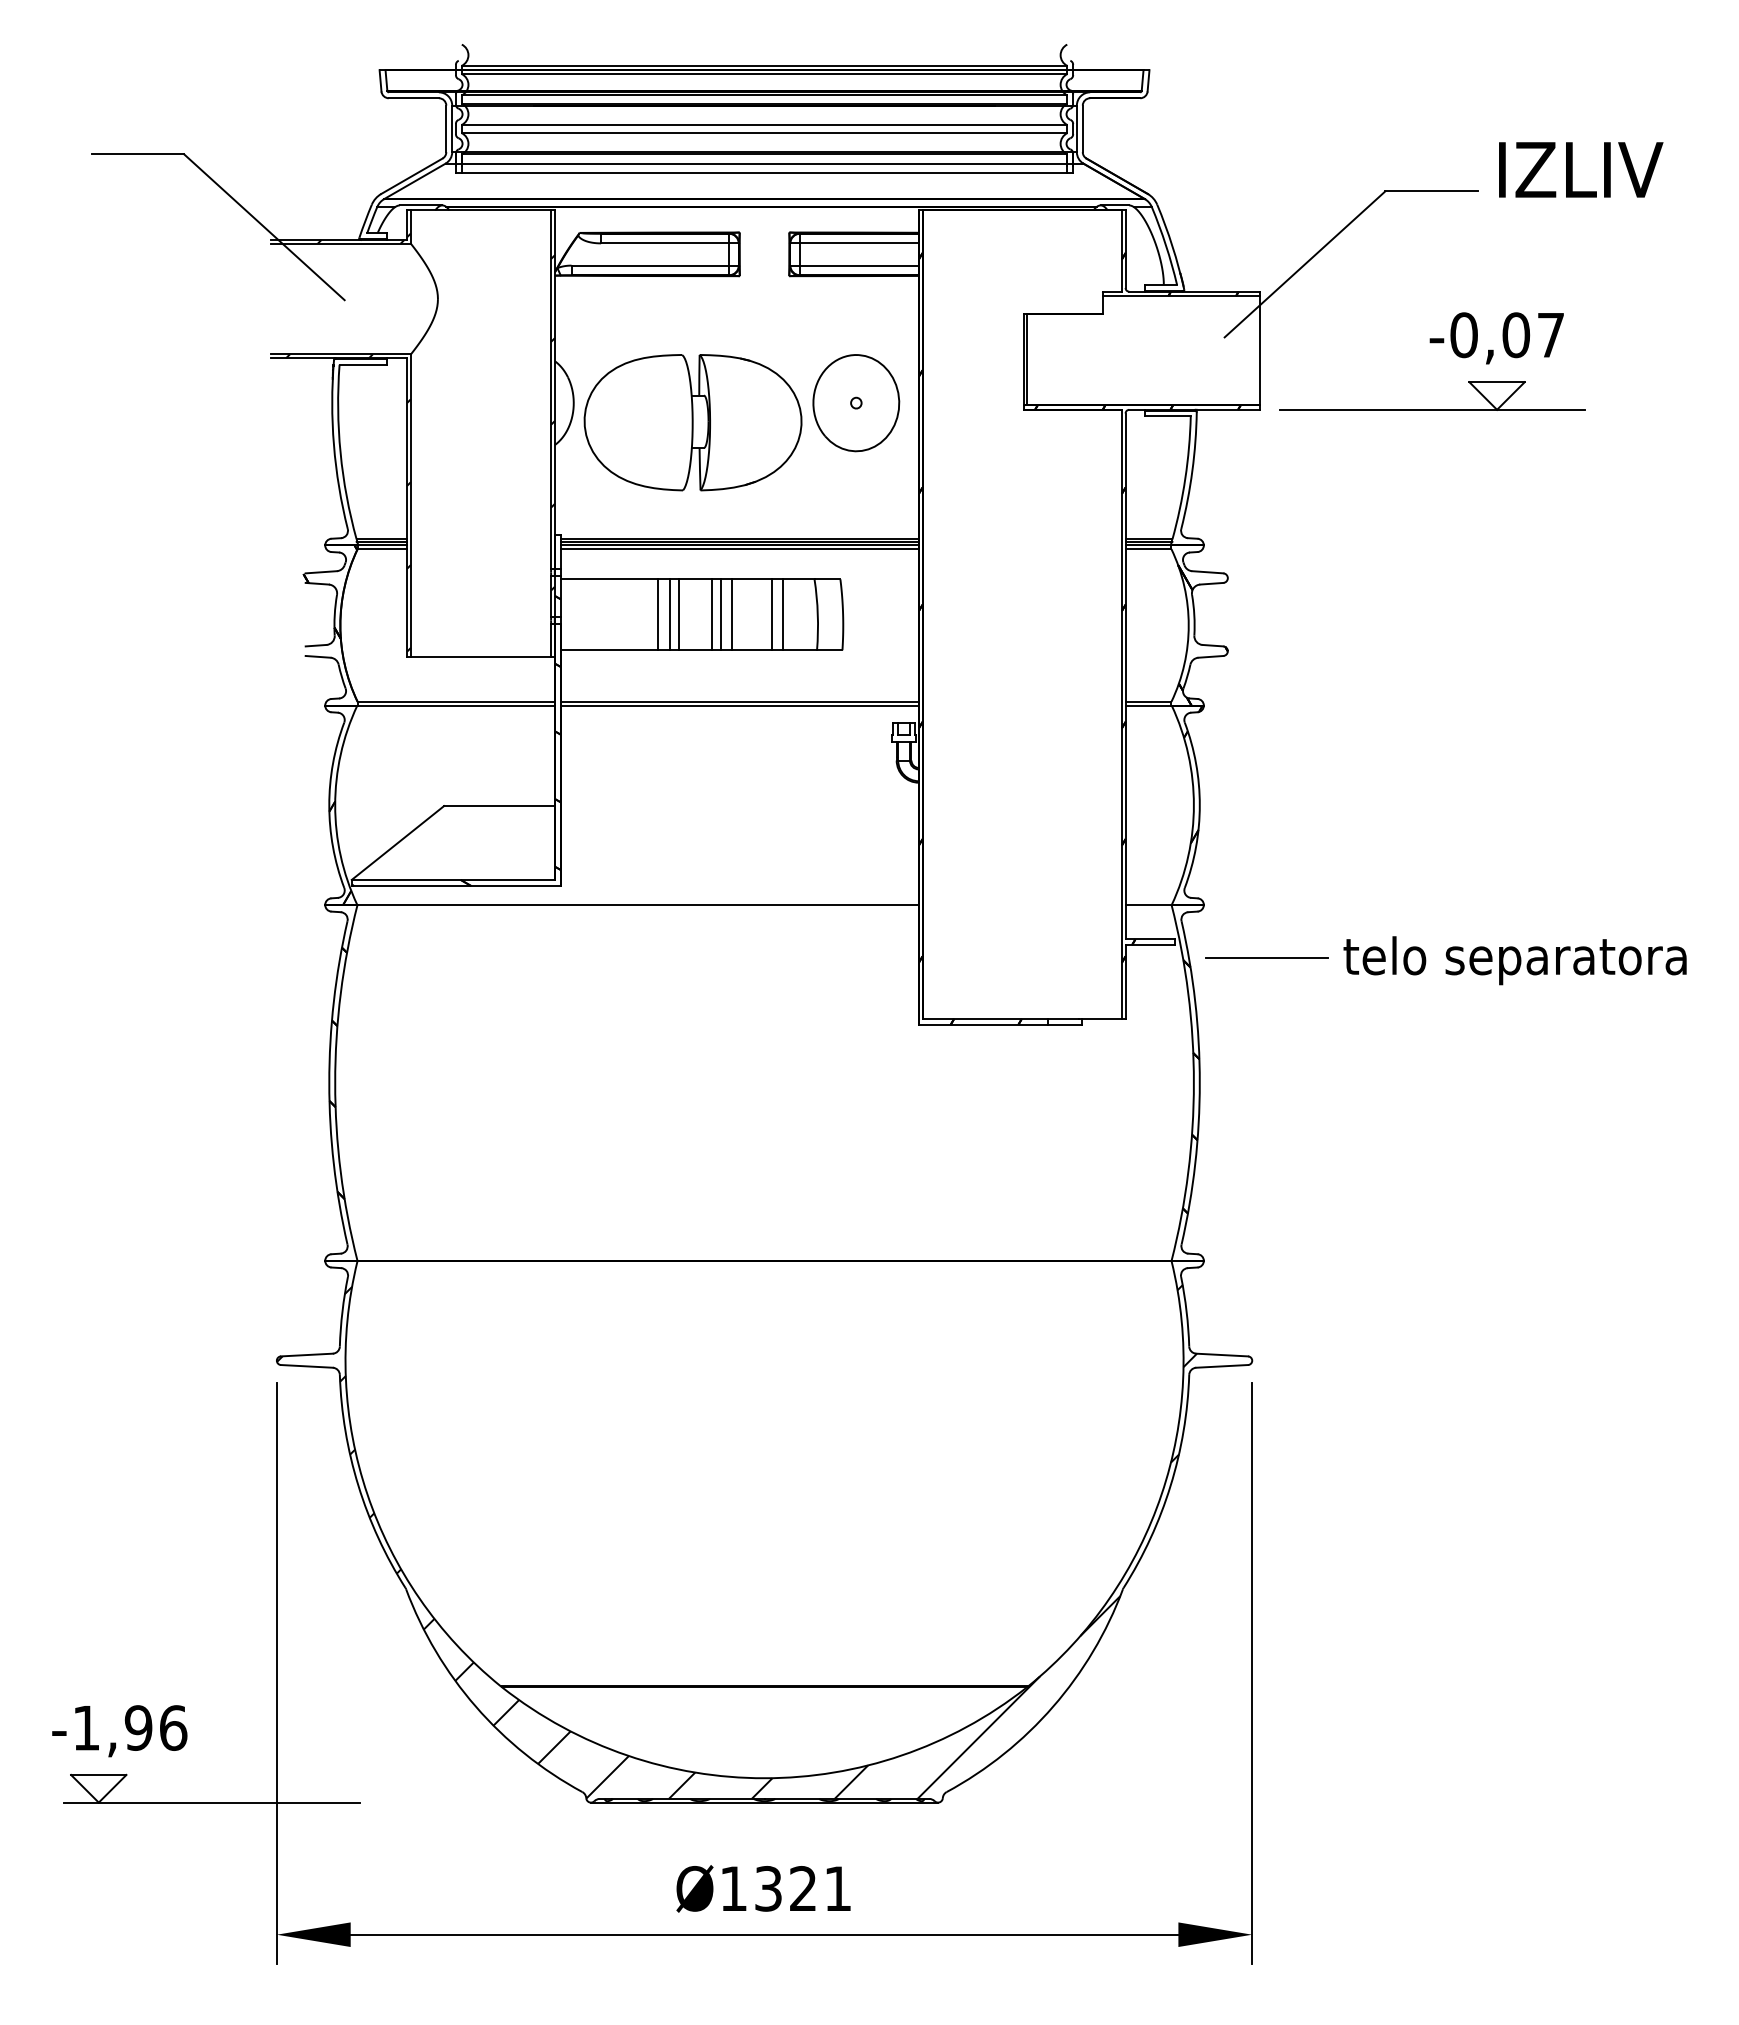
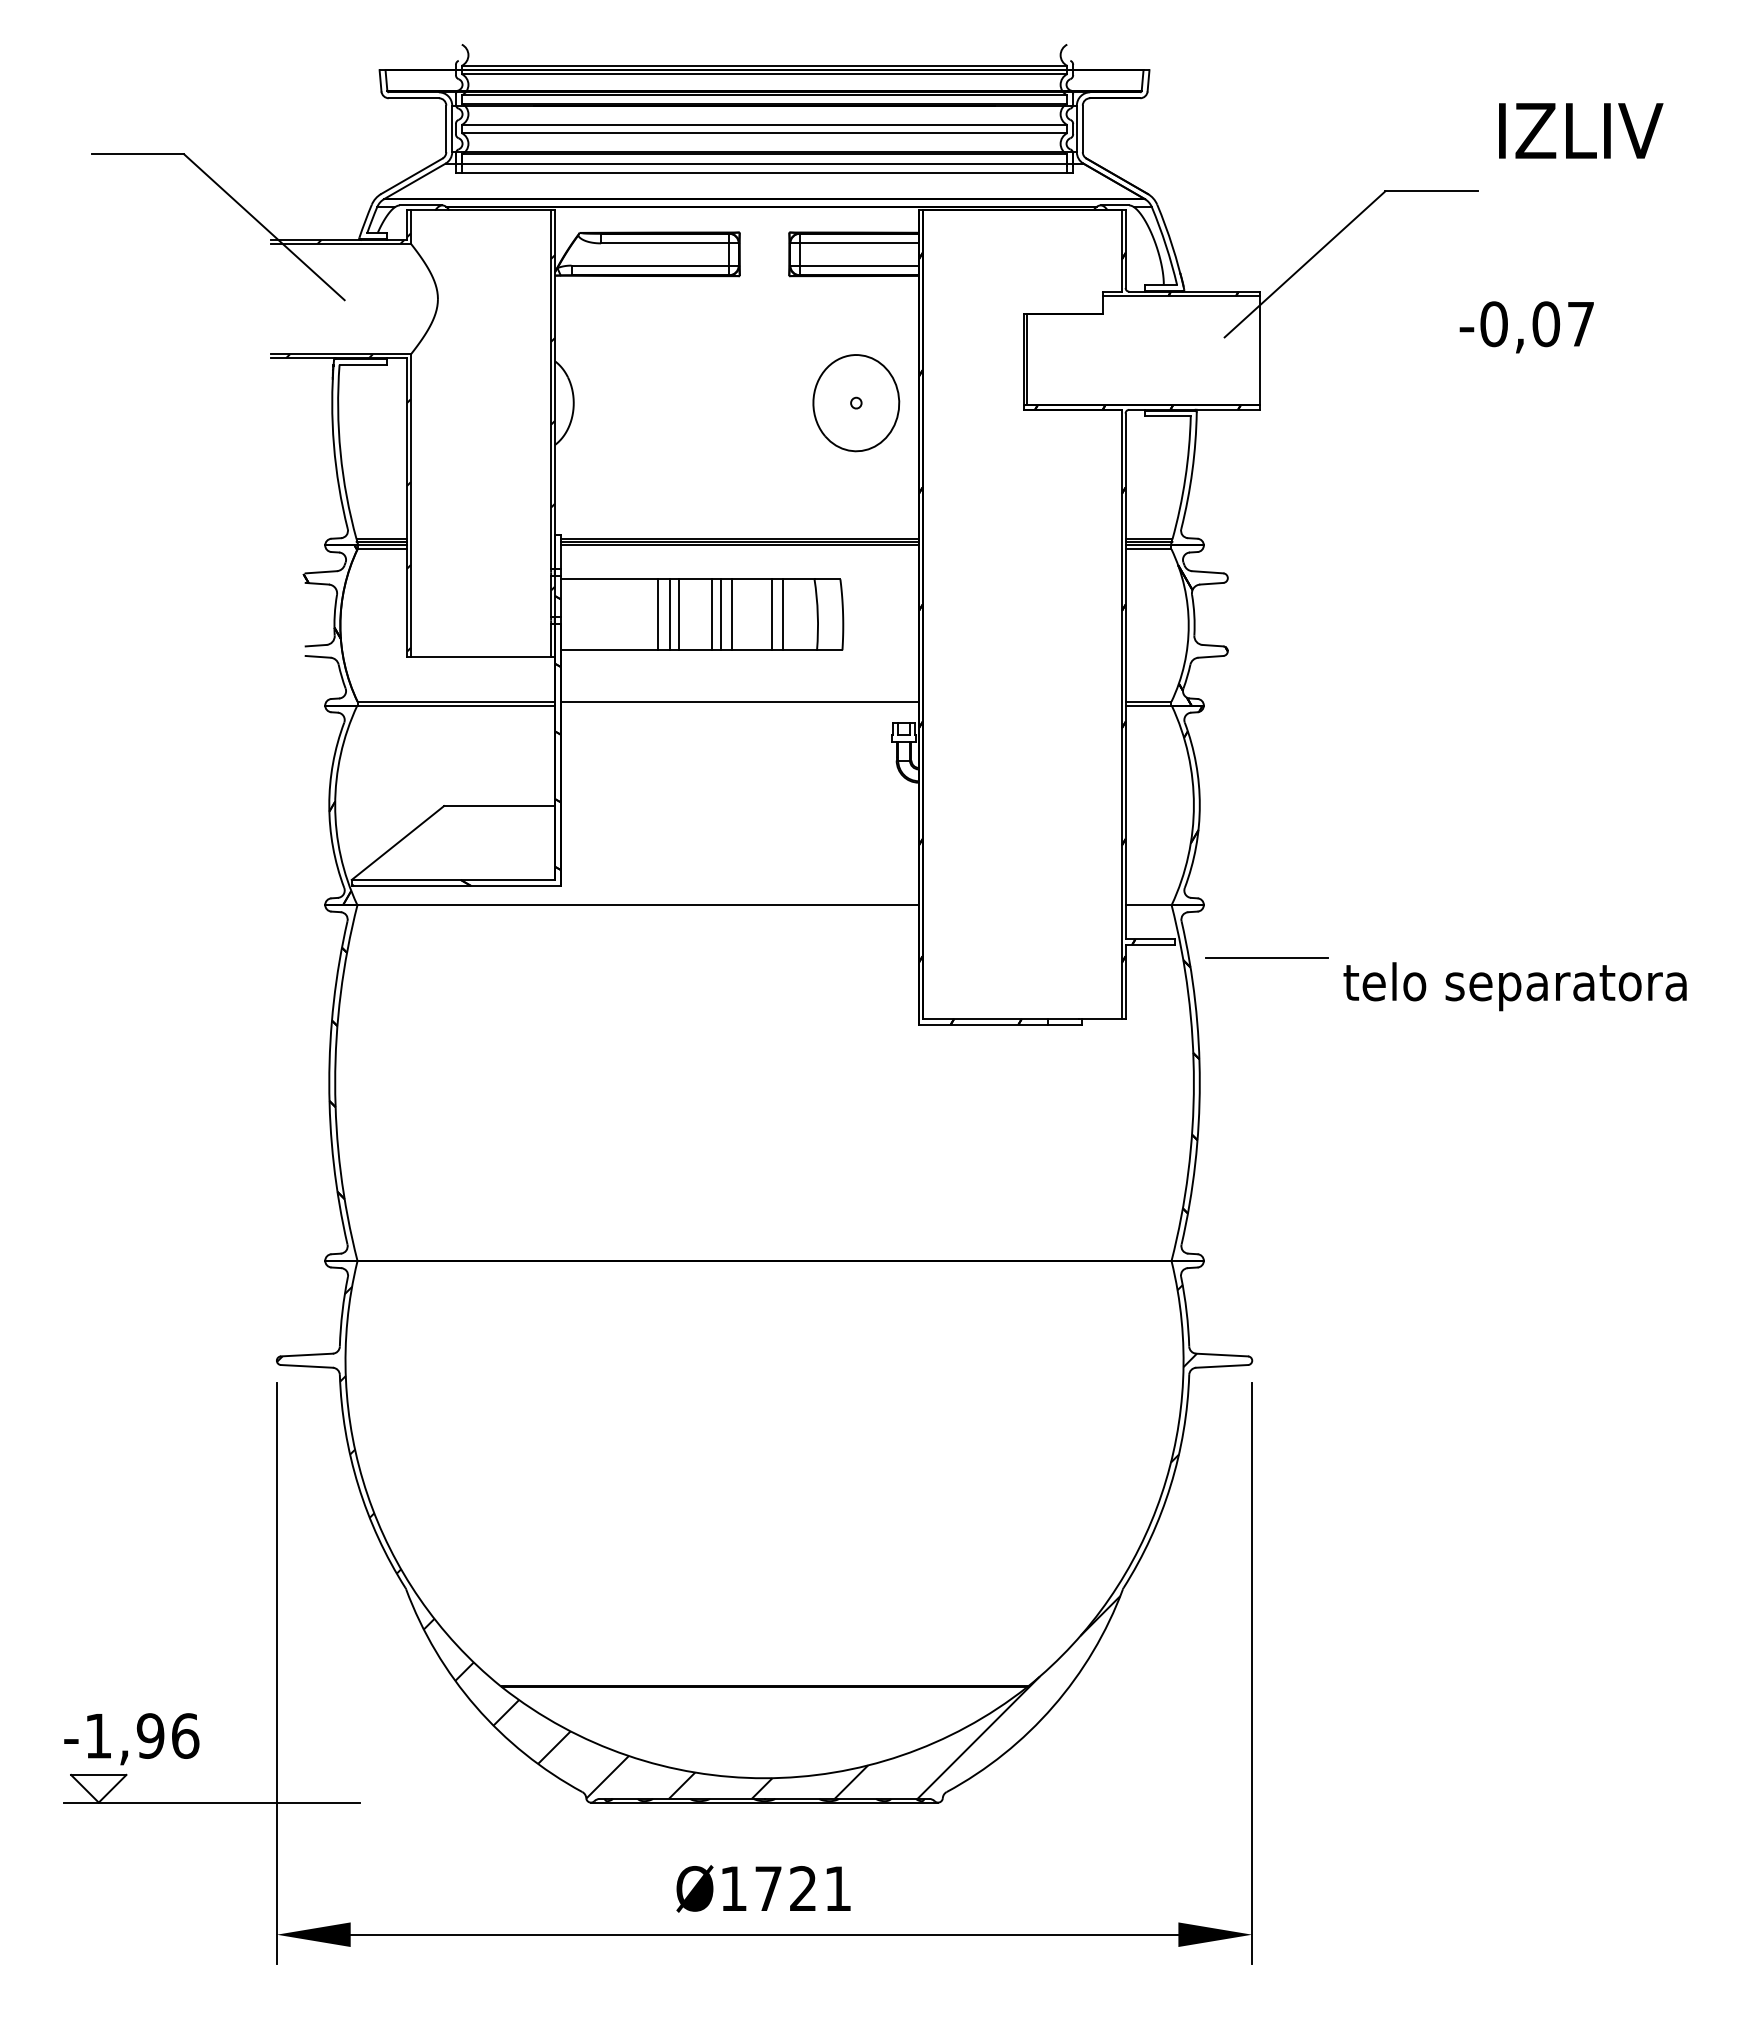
text at (1581, 169) position: (1581, 169) -> (1581, 130)
text at (1496, 338) position: (1496, 338) -> (1526, 327)
part at (1432, 409): present -> none
part at (692, 422): present -> none
line at (739, 549): present -> none
line at (739, 705): present -> none
text at (1514, 960) position: (1514, 960) -> (1514, 986)
text at (119, 1731) position: (119, 1731) -> (131, 1739)
text at (768, 1888): Ø1321 -> Ø1721
